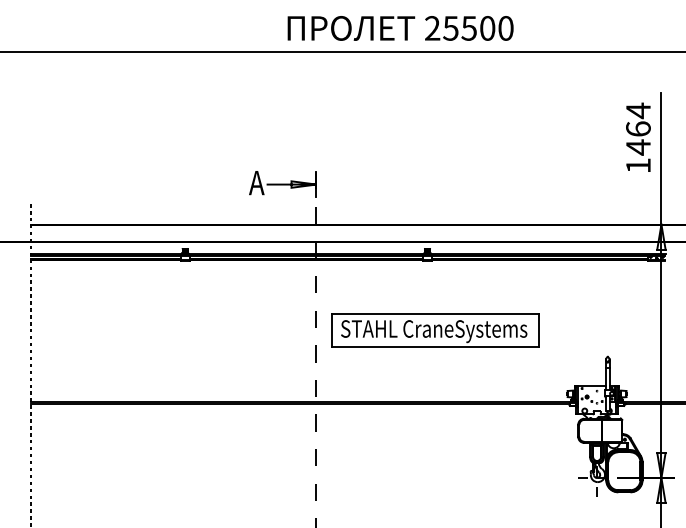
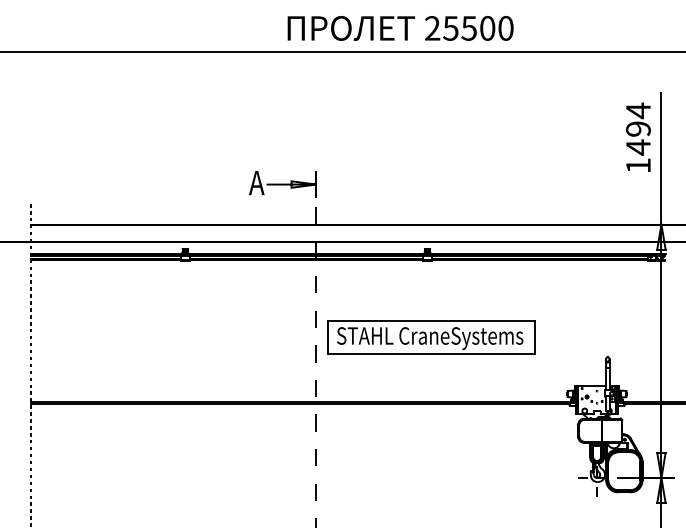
text at (638, 128): 1464 -> 1494
part at (435, 330) position: (435, 330) -> (431, 337)
